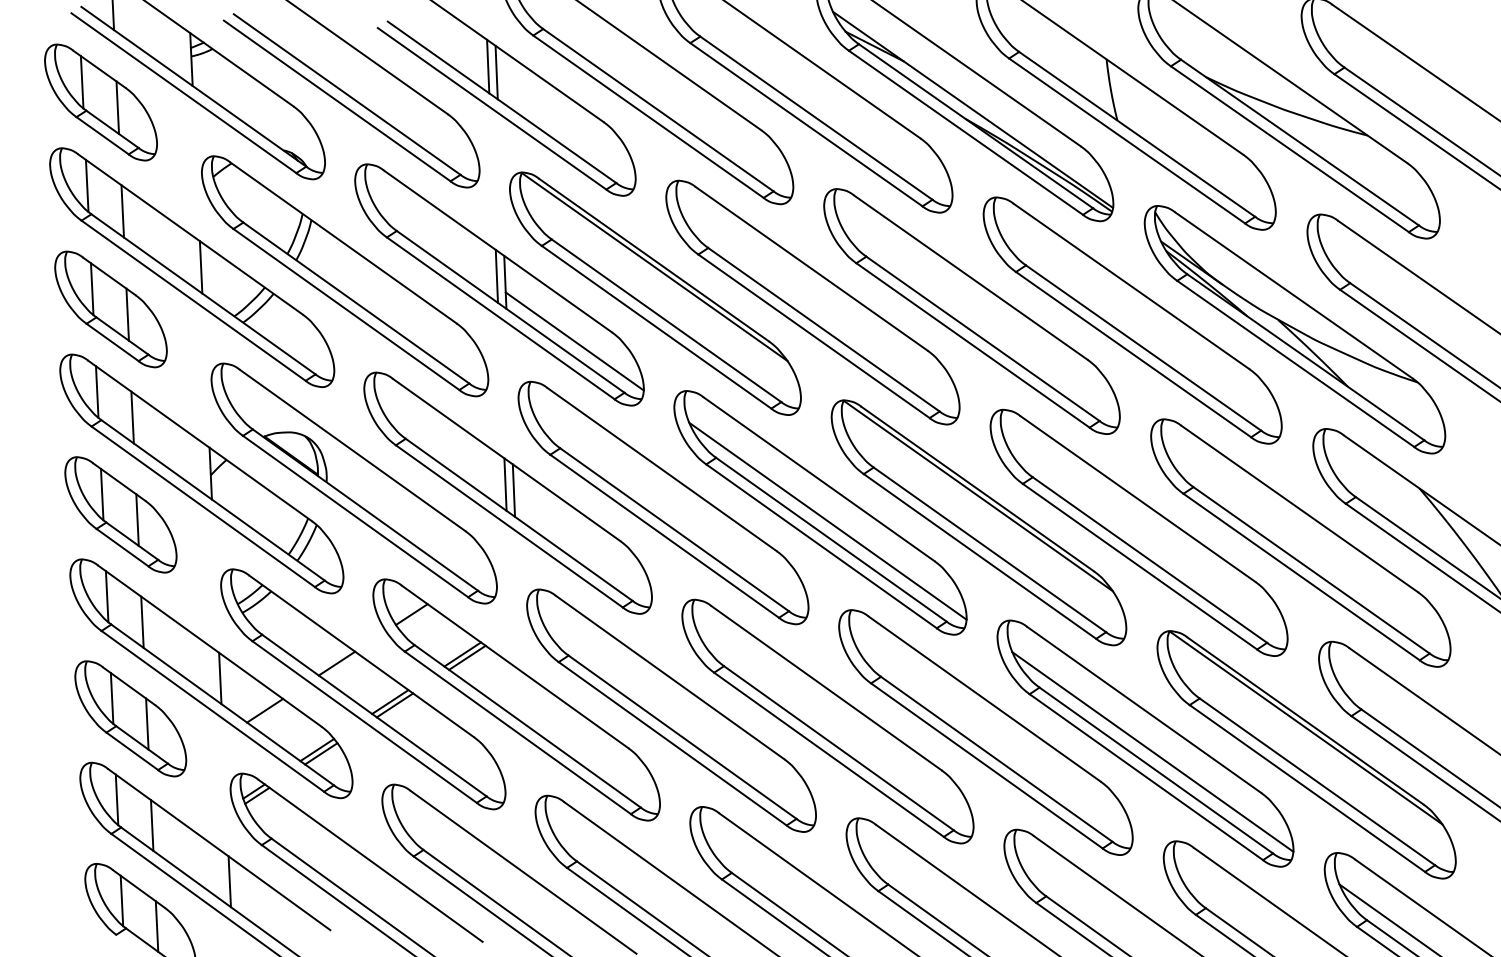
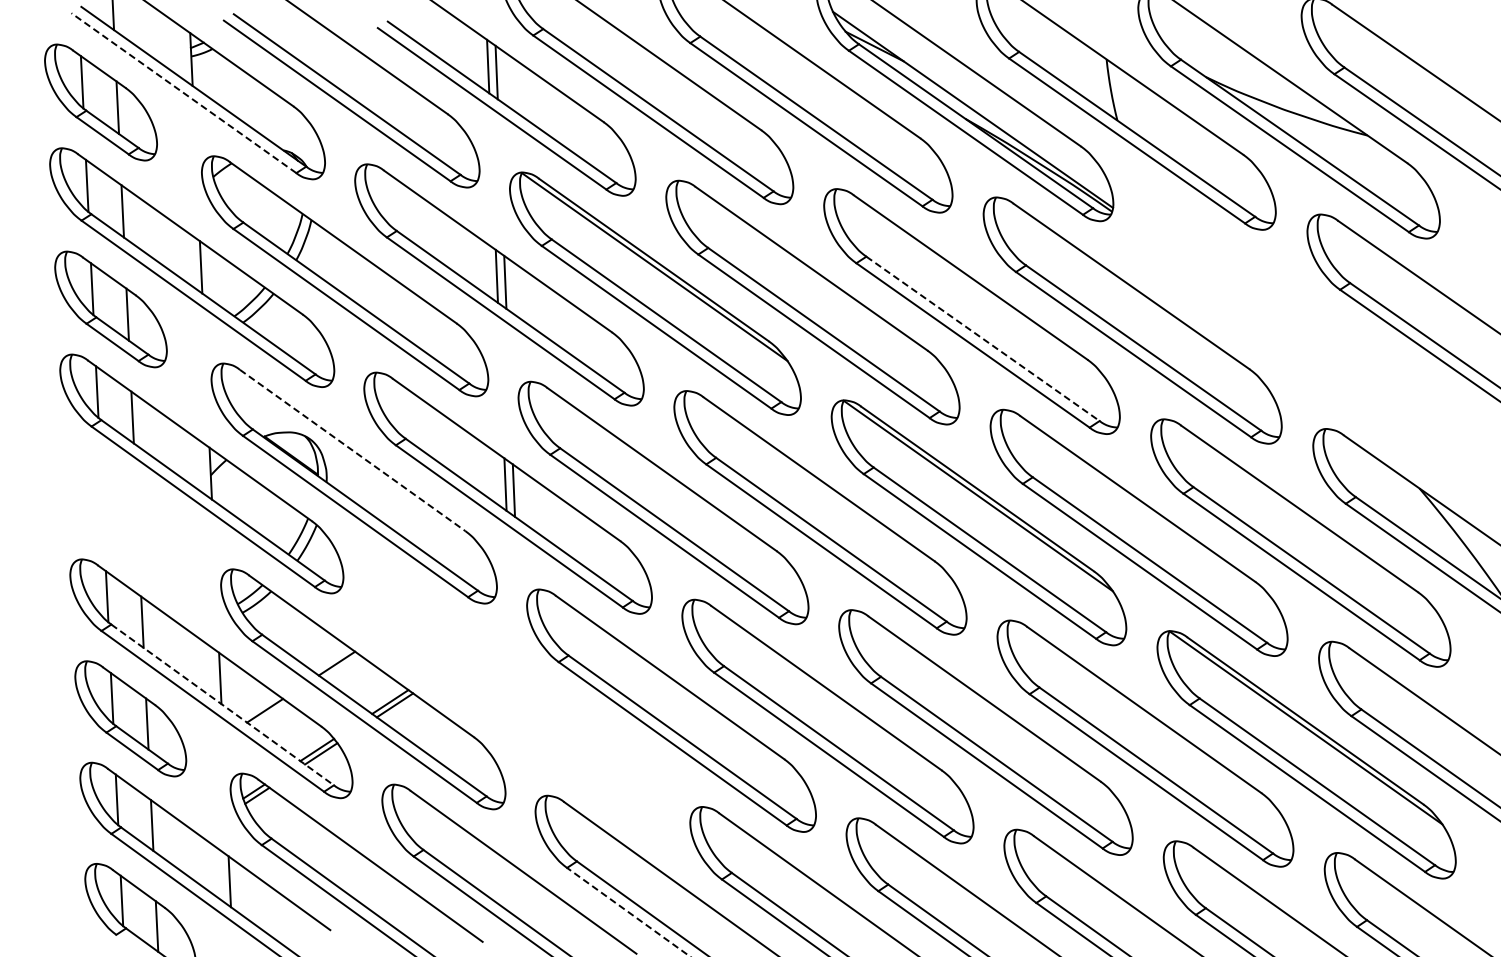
line at (183, 93): solid -> dashed
part at (1294, 329): present -> none
line at (983, 338): solid -> dashed
line at (574, 341): present -> none
line at (352, 450): solid -> dashed
part at (120, 514): present -> none
line at (827, 520): present -> none
part at (516, 699): present -> none
line at (223, 705): solid -> dashed
line at (1152, 751): present -> none
line at (628, 912): solid -> dashed
line at (1387, 918): present -> none
